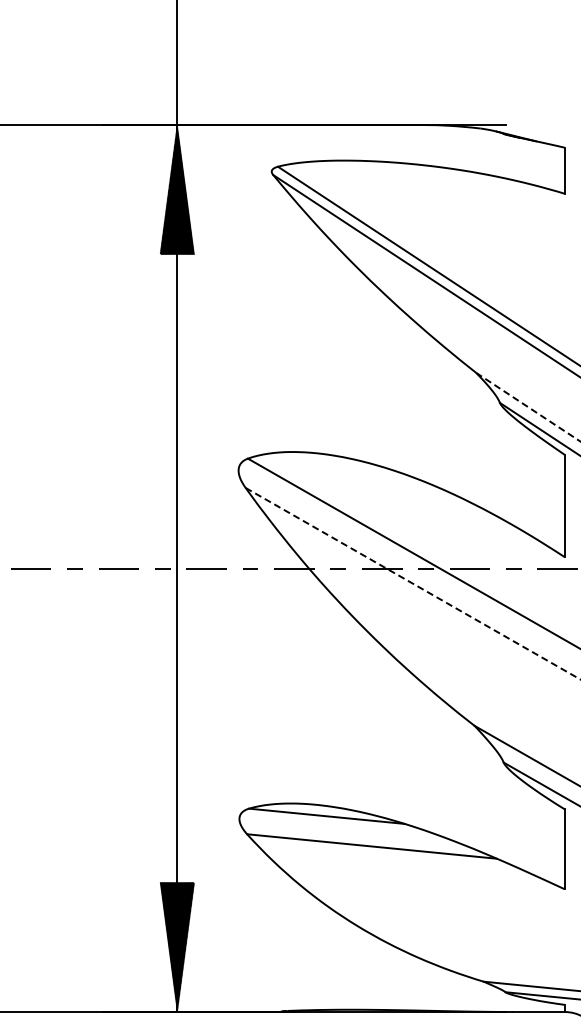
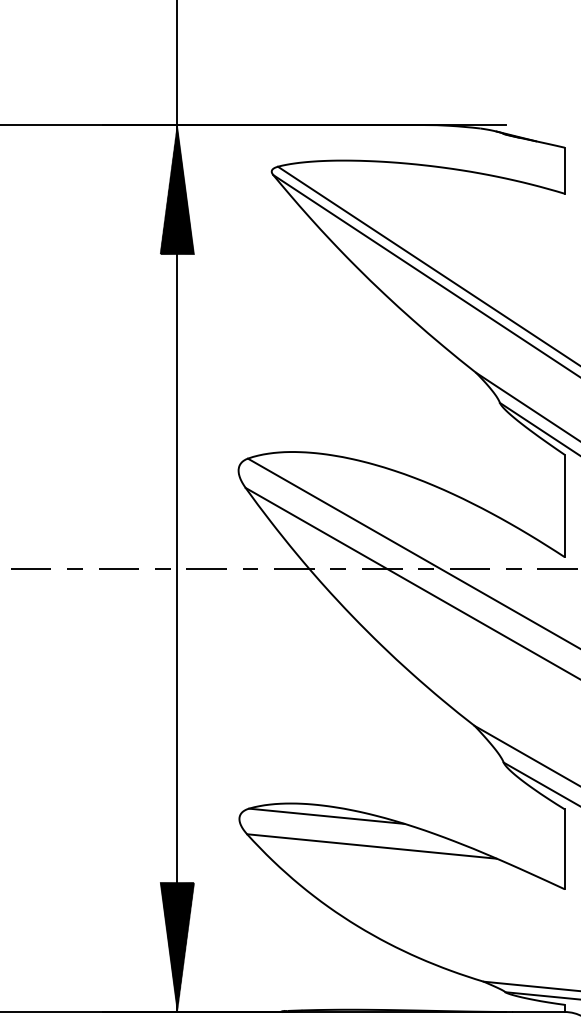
line at (528, 407): dashed -> solid
line at (413, 583): dashed -> solid
